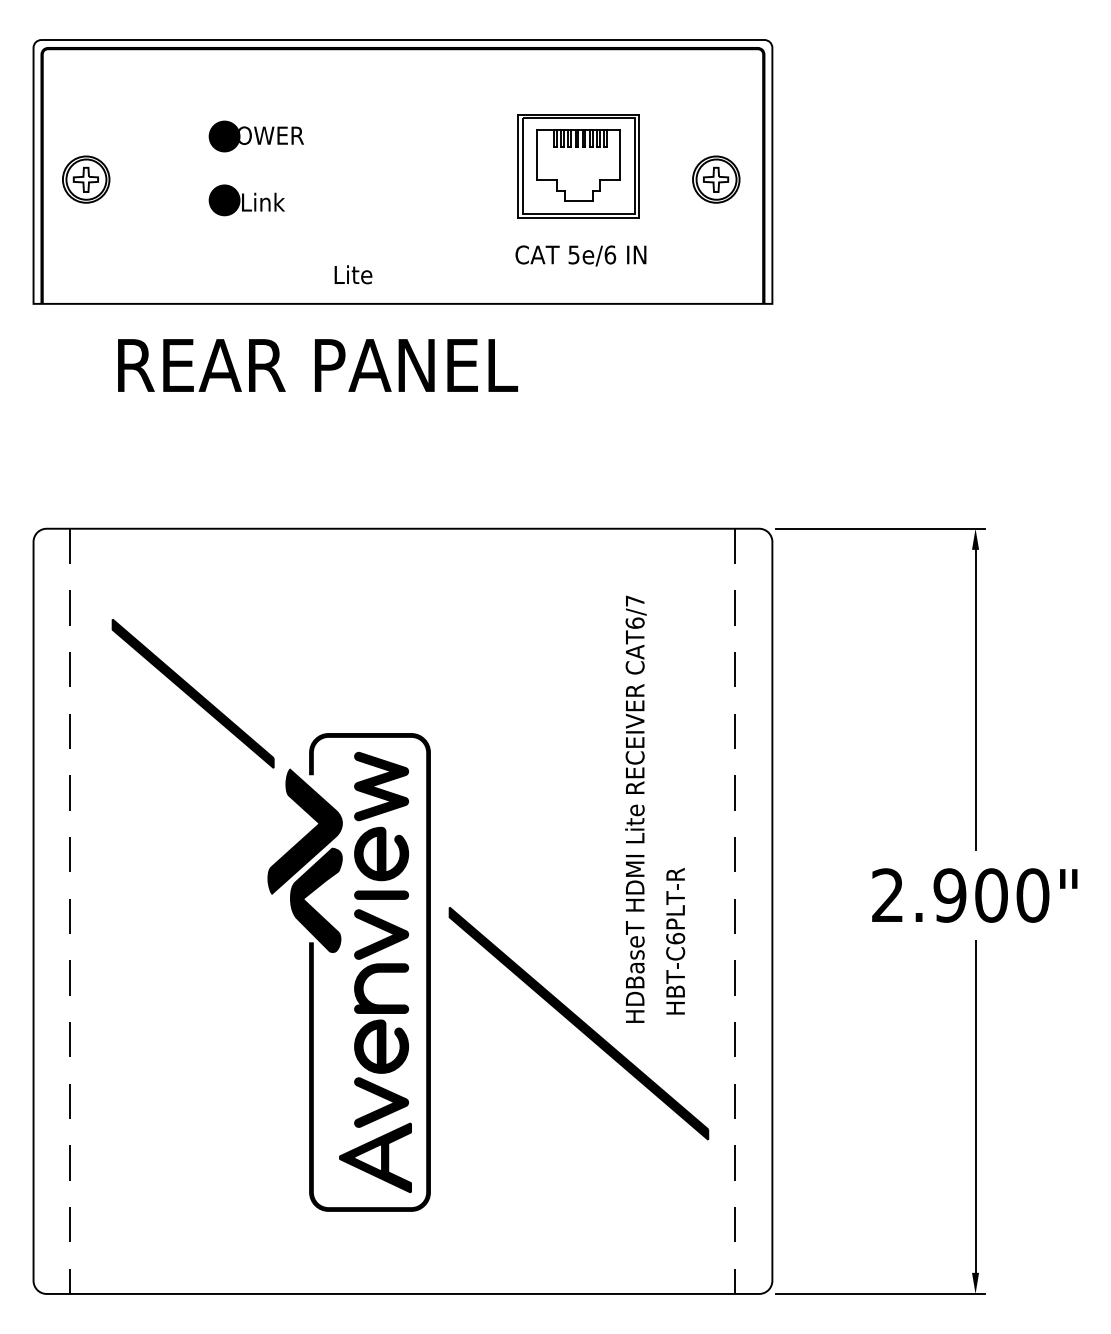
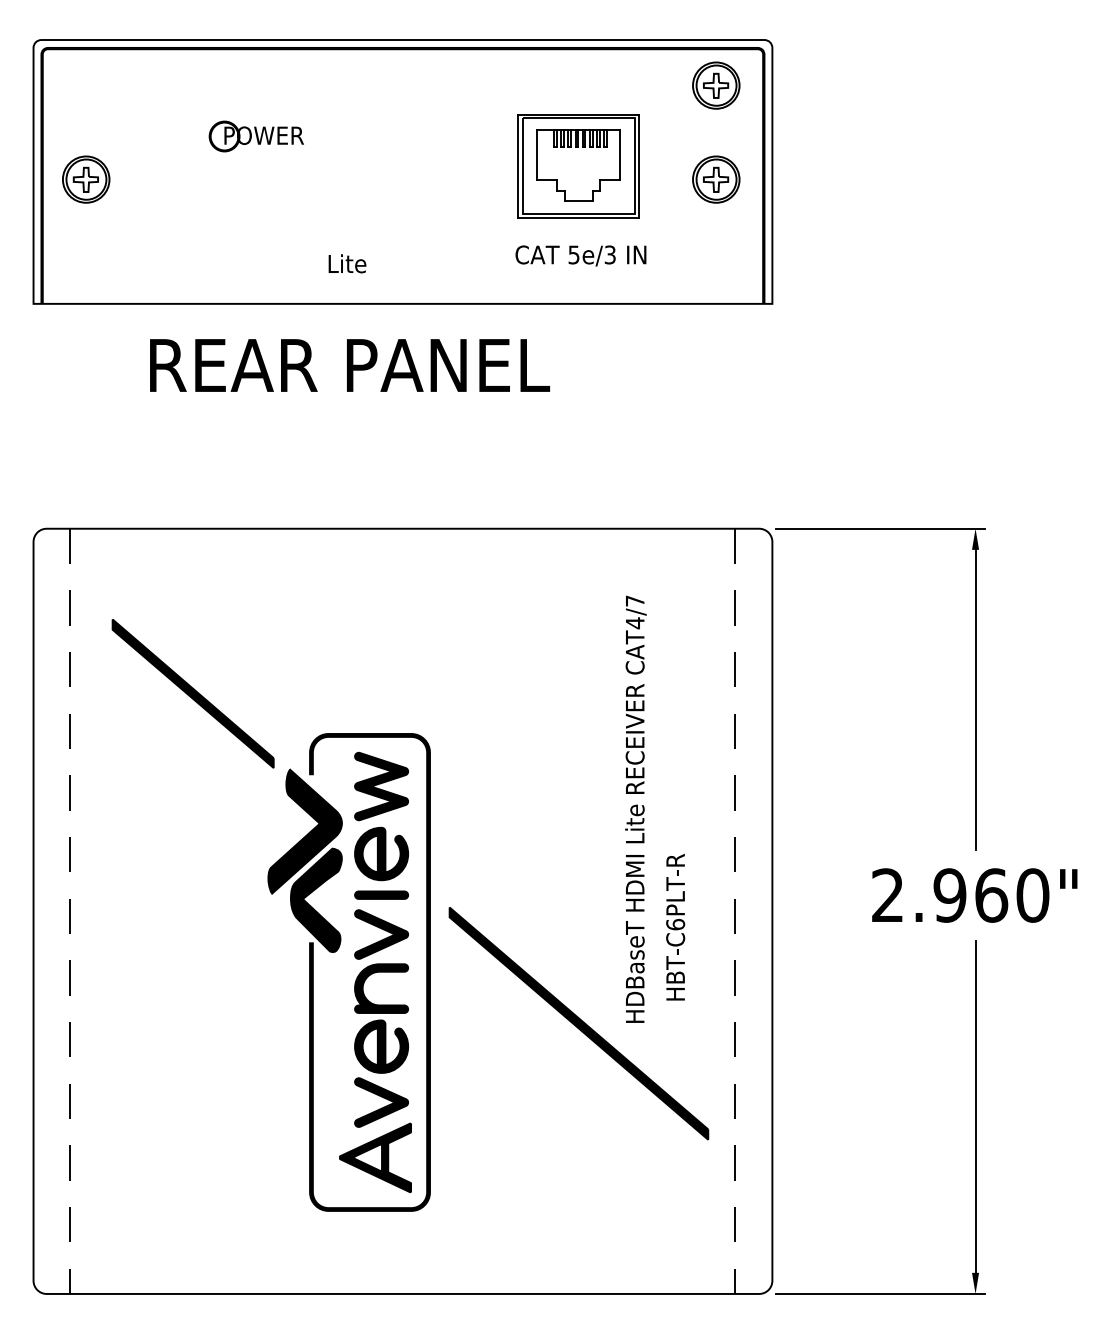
part at (716, 85): none -> present
fill at (224, 136): present -> none
part at (246, 200): present -> none
text at (610, 254): 5e/6 -> 5e/3
text at (353, 274) position: (353, 274) -> (347, 263)
text at (318, 365) position: (318, 365) -> (350, 365)
text at (634, 623): CAT6/7 -> CAT4/7
text at (991, 895): 2.900" -> 2.960"
text at (675, 941) position: (675, 941) -> (675, 927)
